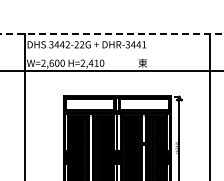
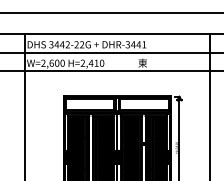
line at (111, 13): none -> present
line at (112, 33): dashed -> solid
line at (111, 52): none -> present
